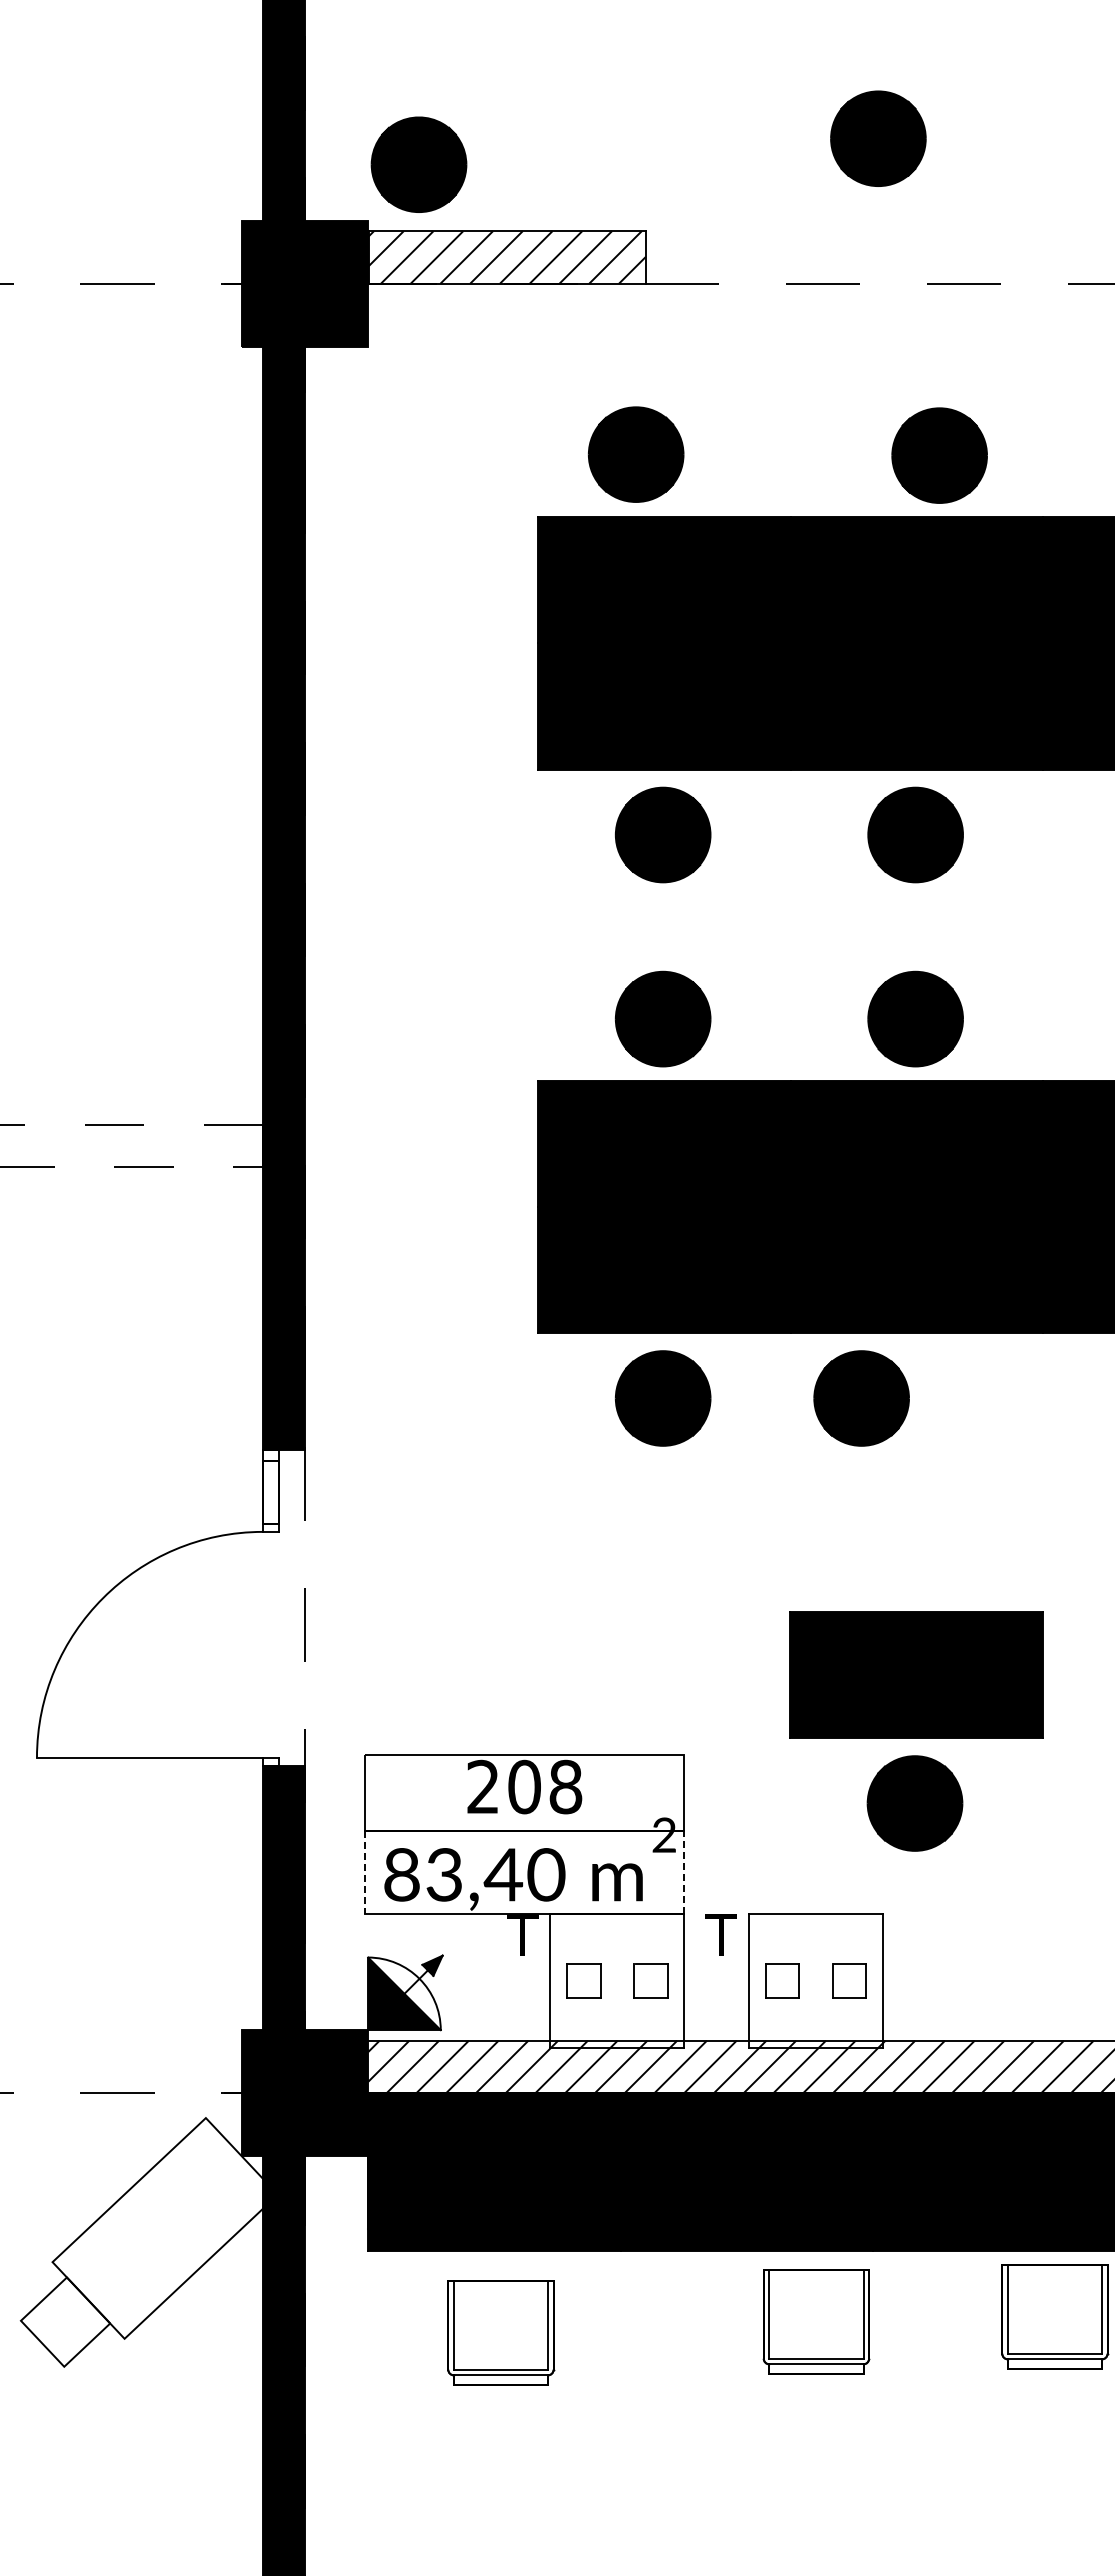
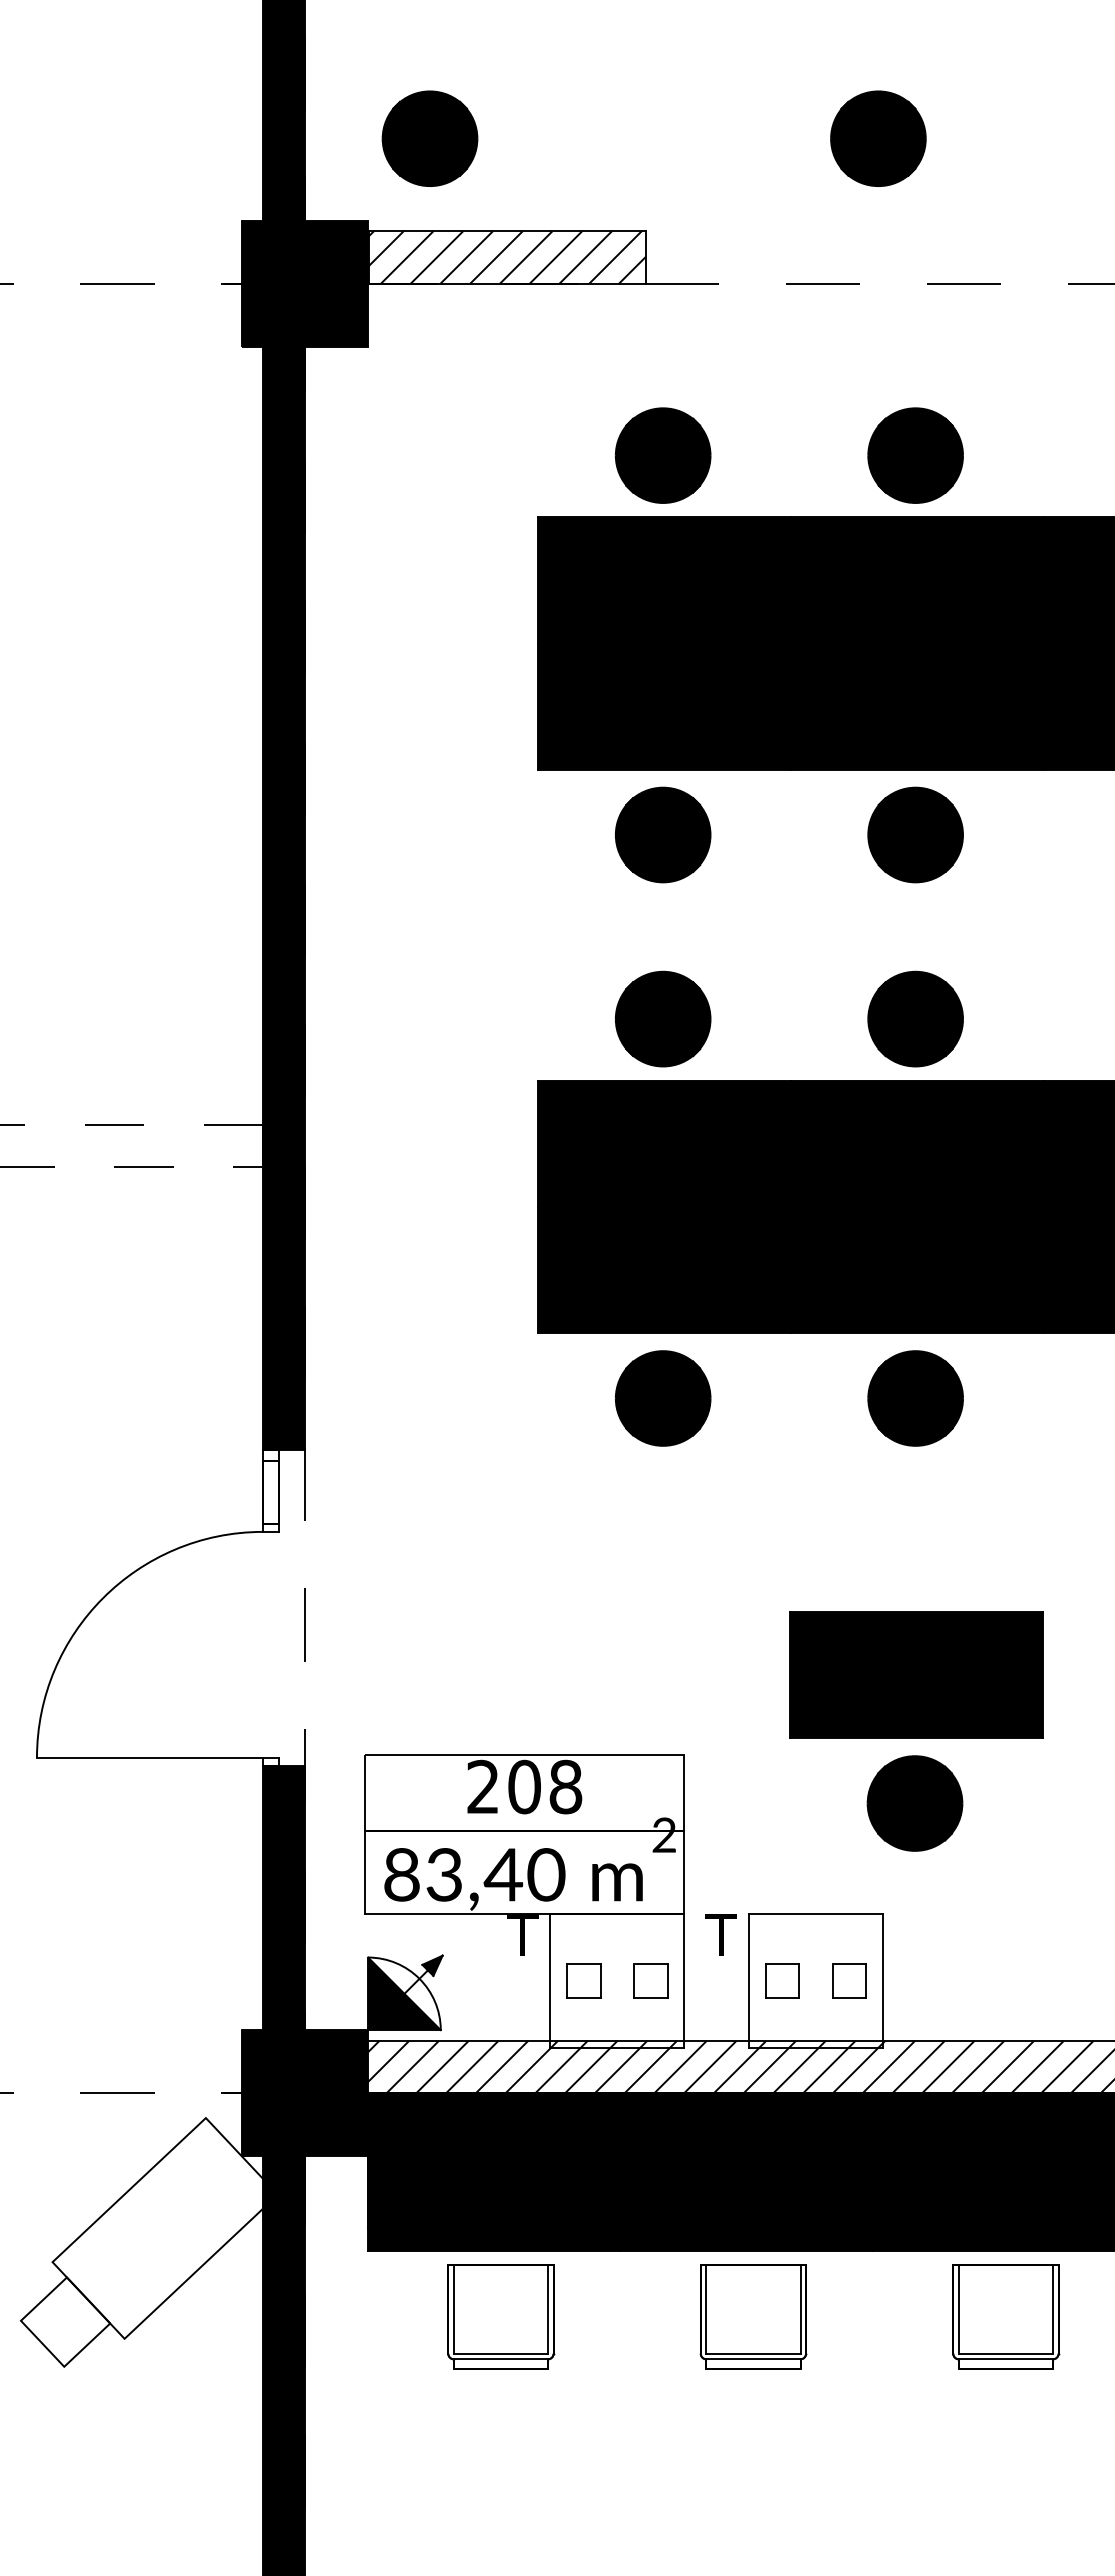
part at (418, 164) position: (418, 164) -> (429, 138)
part at (635, 454) position: (635, 454) -> (662, 455)
part at (939, 455) position: (939, 455) -> (915, 455)
part at (861, 1398) position: (861, 1398) -> (915, 1398)
line at (684, 1872): dashed -> solid
line at (365, 1873): dashed -> solid
part at (1055, 2316) position: (1055, 2316) -> (1006, 2316)
part at (816, 2321) position: (816, 2321) -> (753, 2316)
part at (501, 2332) position: (501, 2332) -> (501, 2316)
